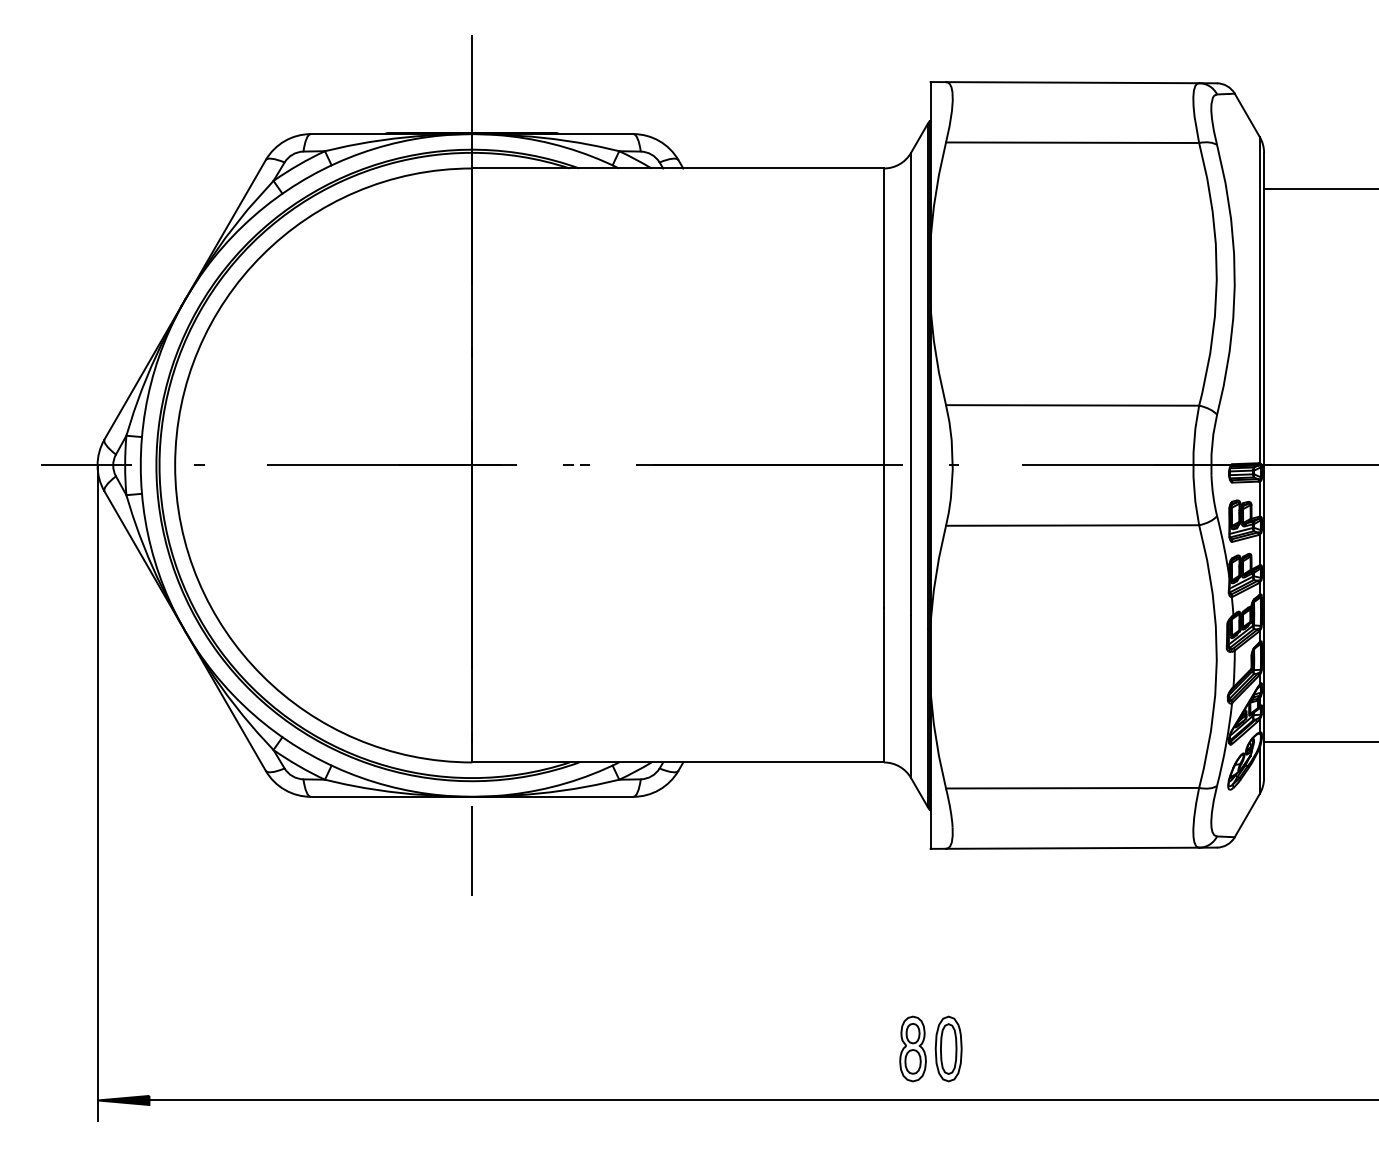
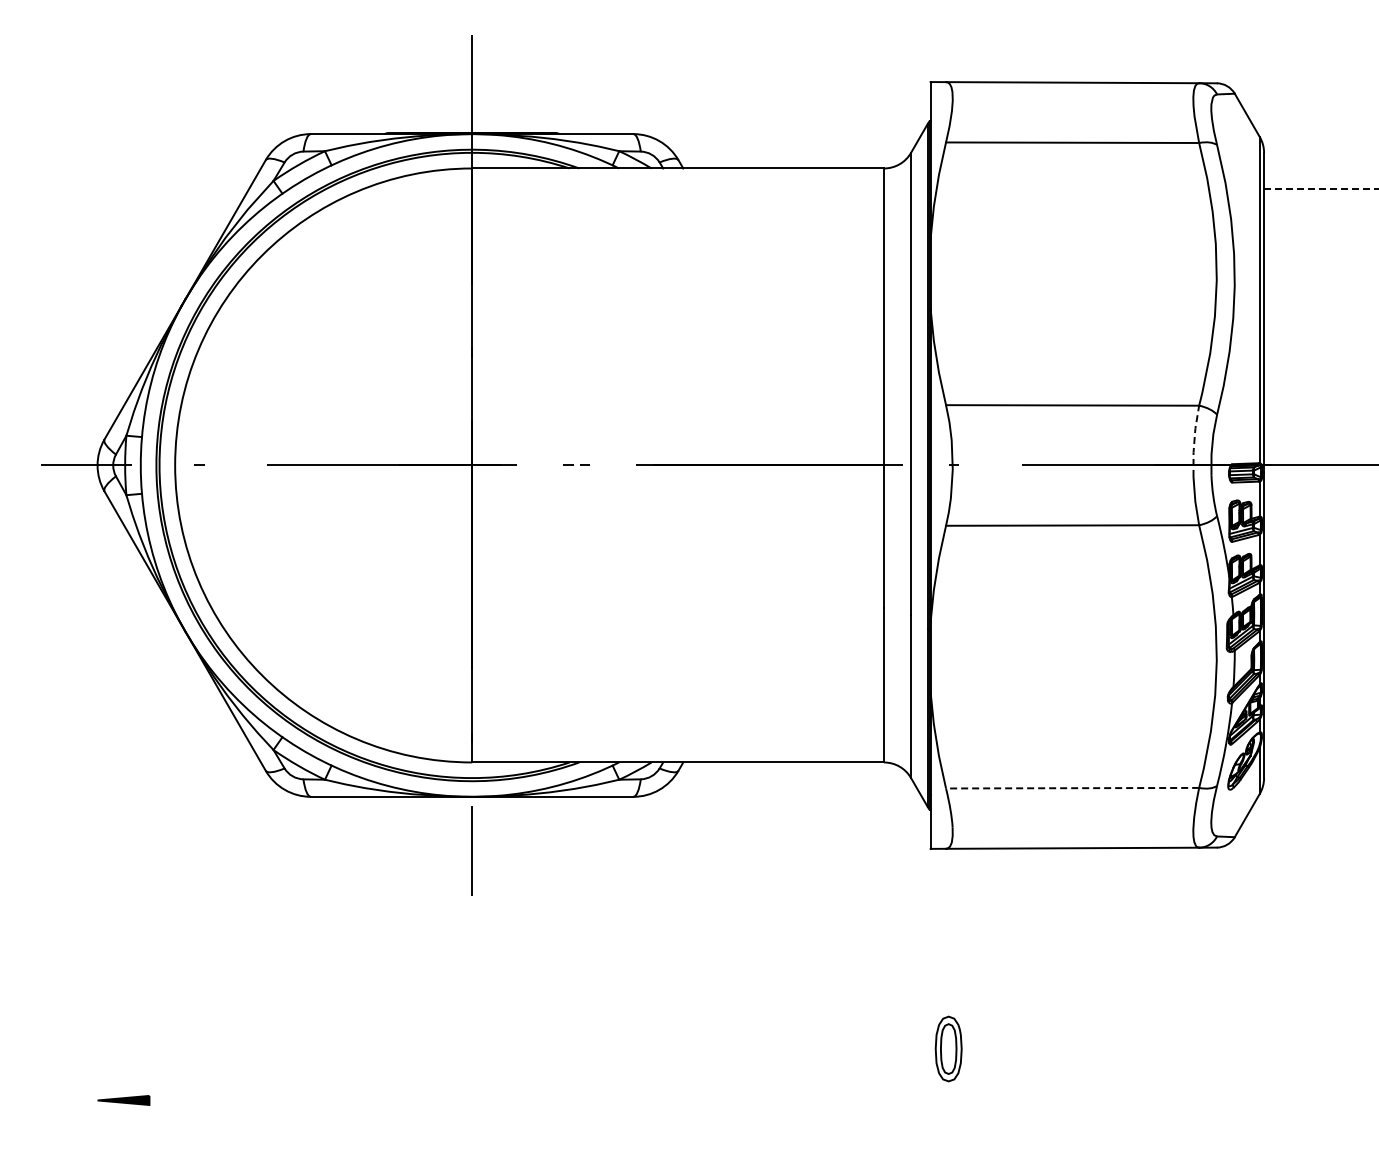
line at (1321, 189): solid -> dashed
line at (1194, 441): solid -> dashed
line at (1319, 741): present -> none
line at (1072, 788): solid -> dashed
line at (97, 793): present -> none
part at (912, 1048): present -> none
line at (762, 1100): present -> none
